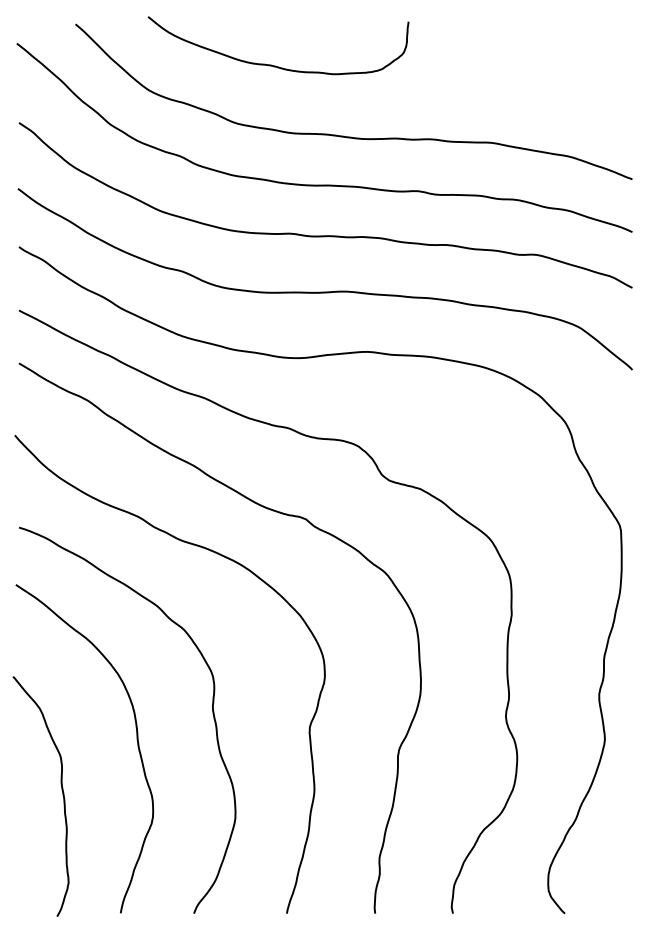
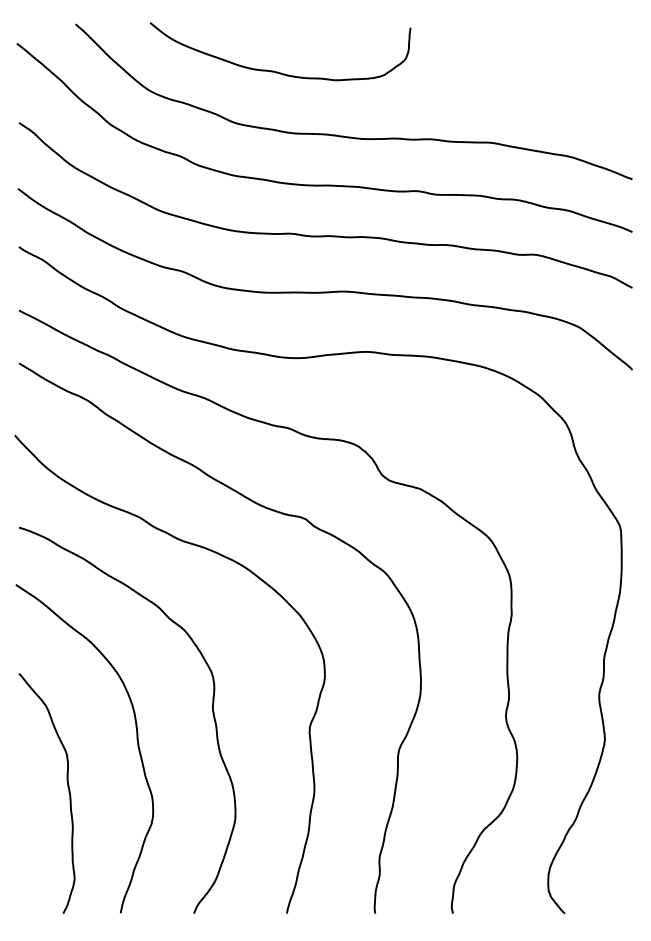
curve at (275, 65) position: (275, 65) -> (277, 71)
curve at (61, 790) position: (61, 790) -> (67, 787)
